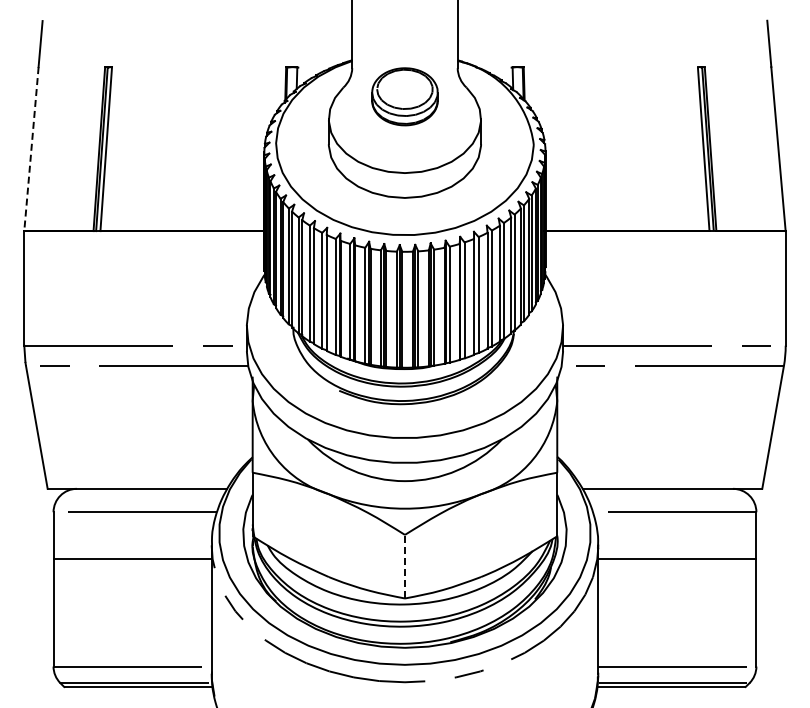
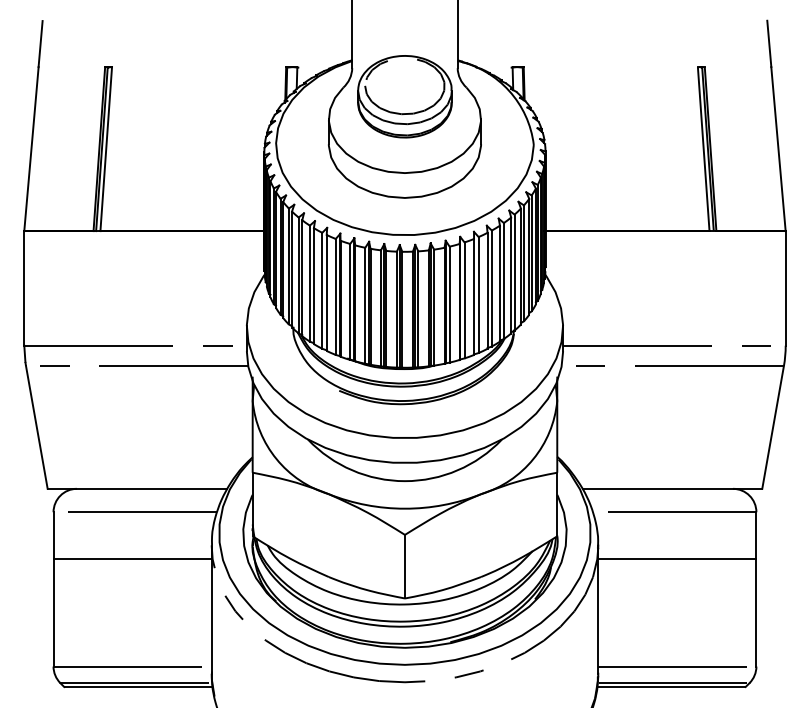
part at (404, 96) size: 68x60 px -> 96x84 px
line at (31, 149): dashed -> solid
line at (404, 566): dashed -> solid
